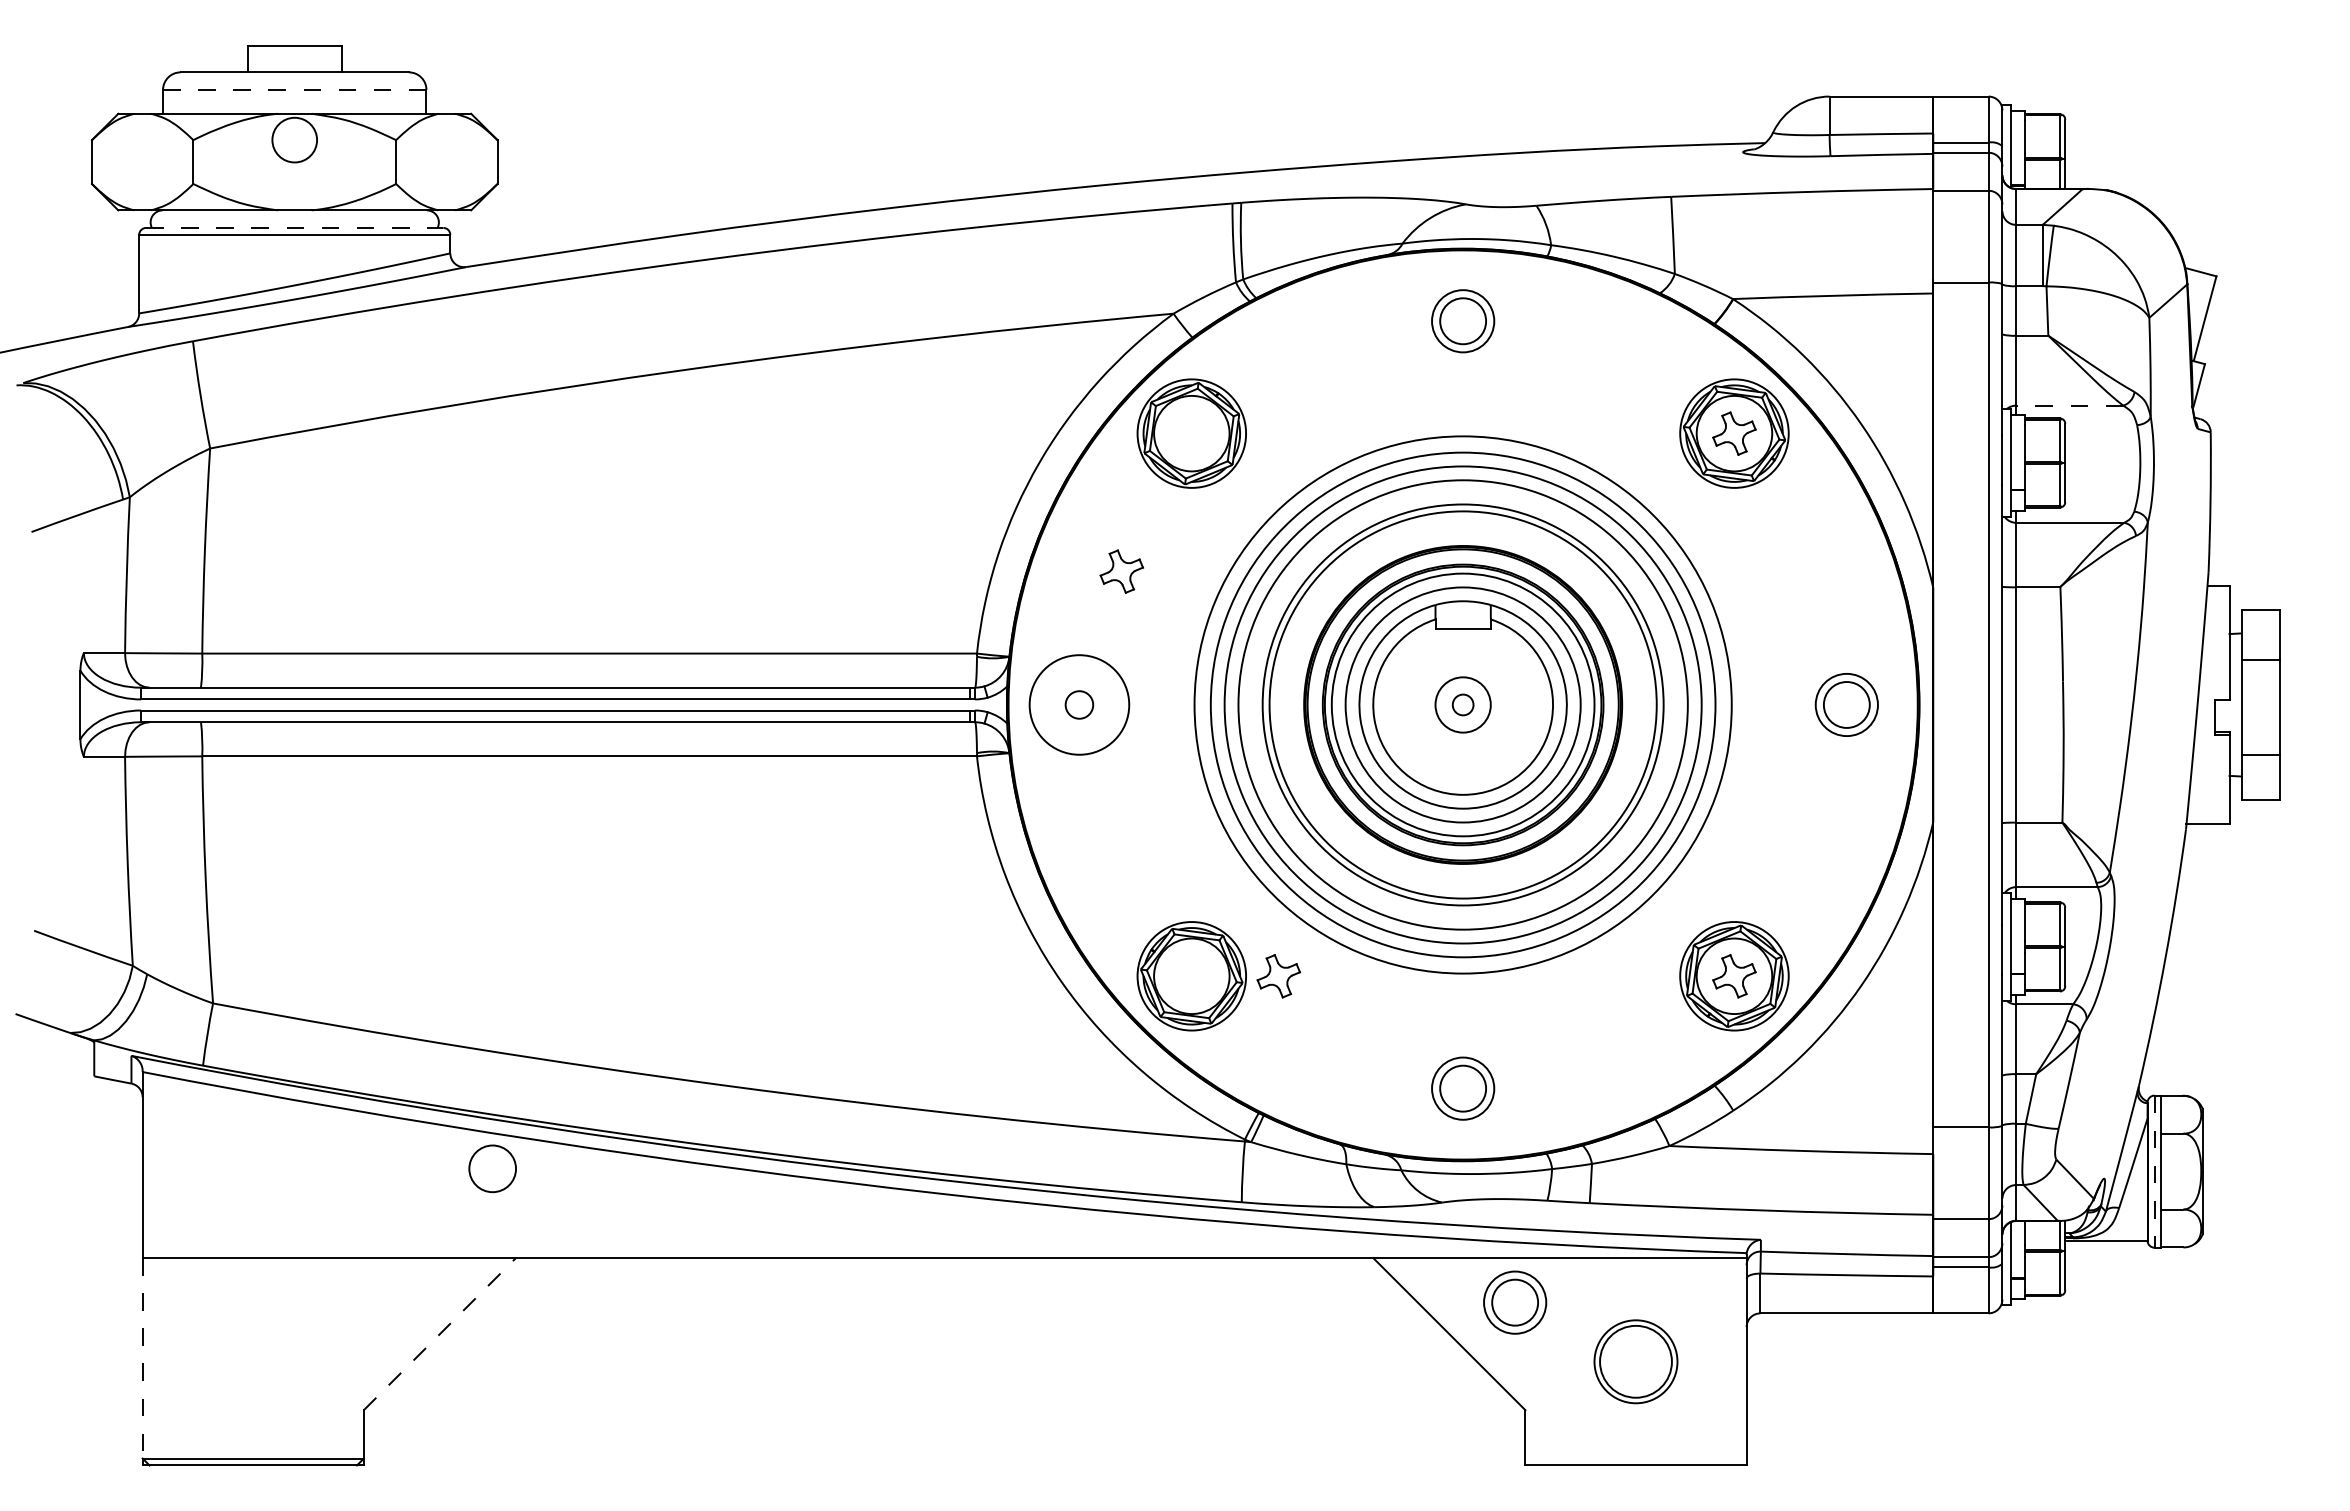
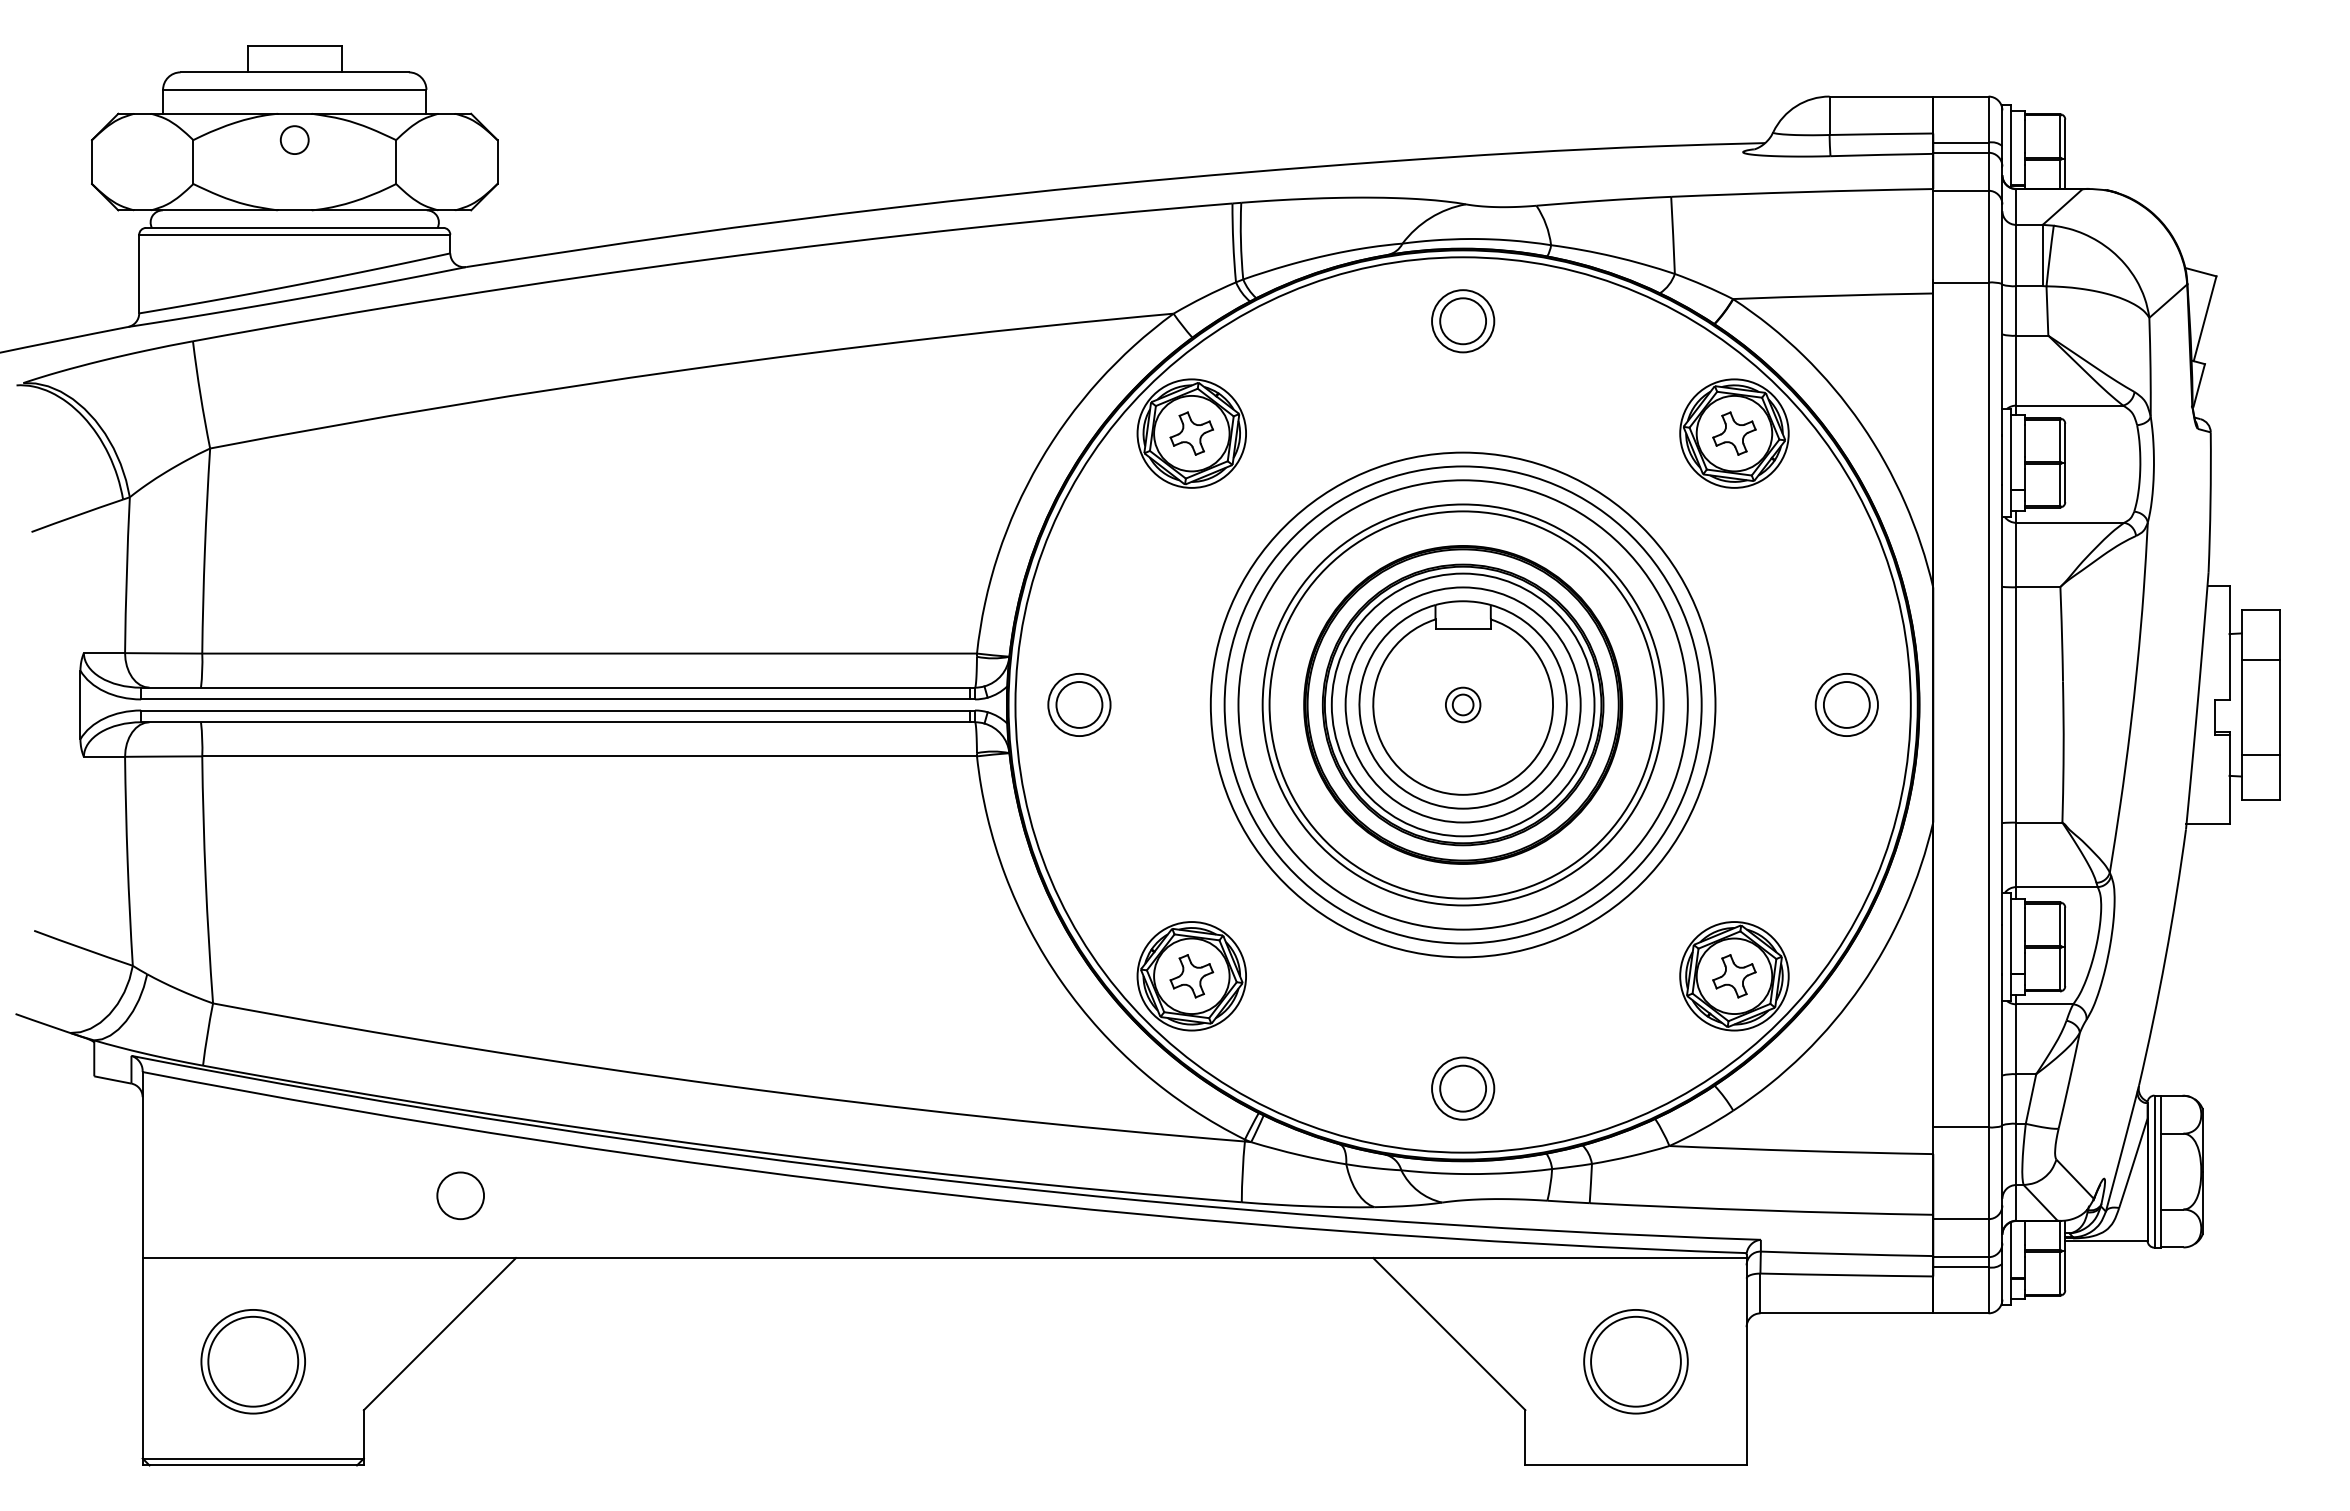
line at (294, 89): dashed -> solid
circle at (294, 139) diameter: 45 px -> 28 px
line at (294, 227): dashed -> solid
line at (2069, 405): dashed -> solid
part at (1121, 571) position: (1121, 571) -> (1191, 433)
circle at (1079, 704) diameter: 100 px -> 62 px
circle at (1079, 704) diameter: 28 px -> 46 px
circle at (1462, 704) diameter: 537 px -> 895 px
circle at (1462, 704) diameter: 55 px -> 35 px
part at (1278, 976) position: (1278, 976) -> (1191, 976)
circle at (492, 1168) position: (492, 1168) -> (460, 1195)
line at (2154, 1172): dashed -> solid
part at (1515, 1302): present -> none
line at (439, 1334): dashed -> solid
line at (142, 1358): dashed -> solid
part at (252, 1361): none -> present
part at (1635, 1361) size: 86x86 px -> 106x106 px
